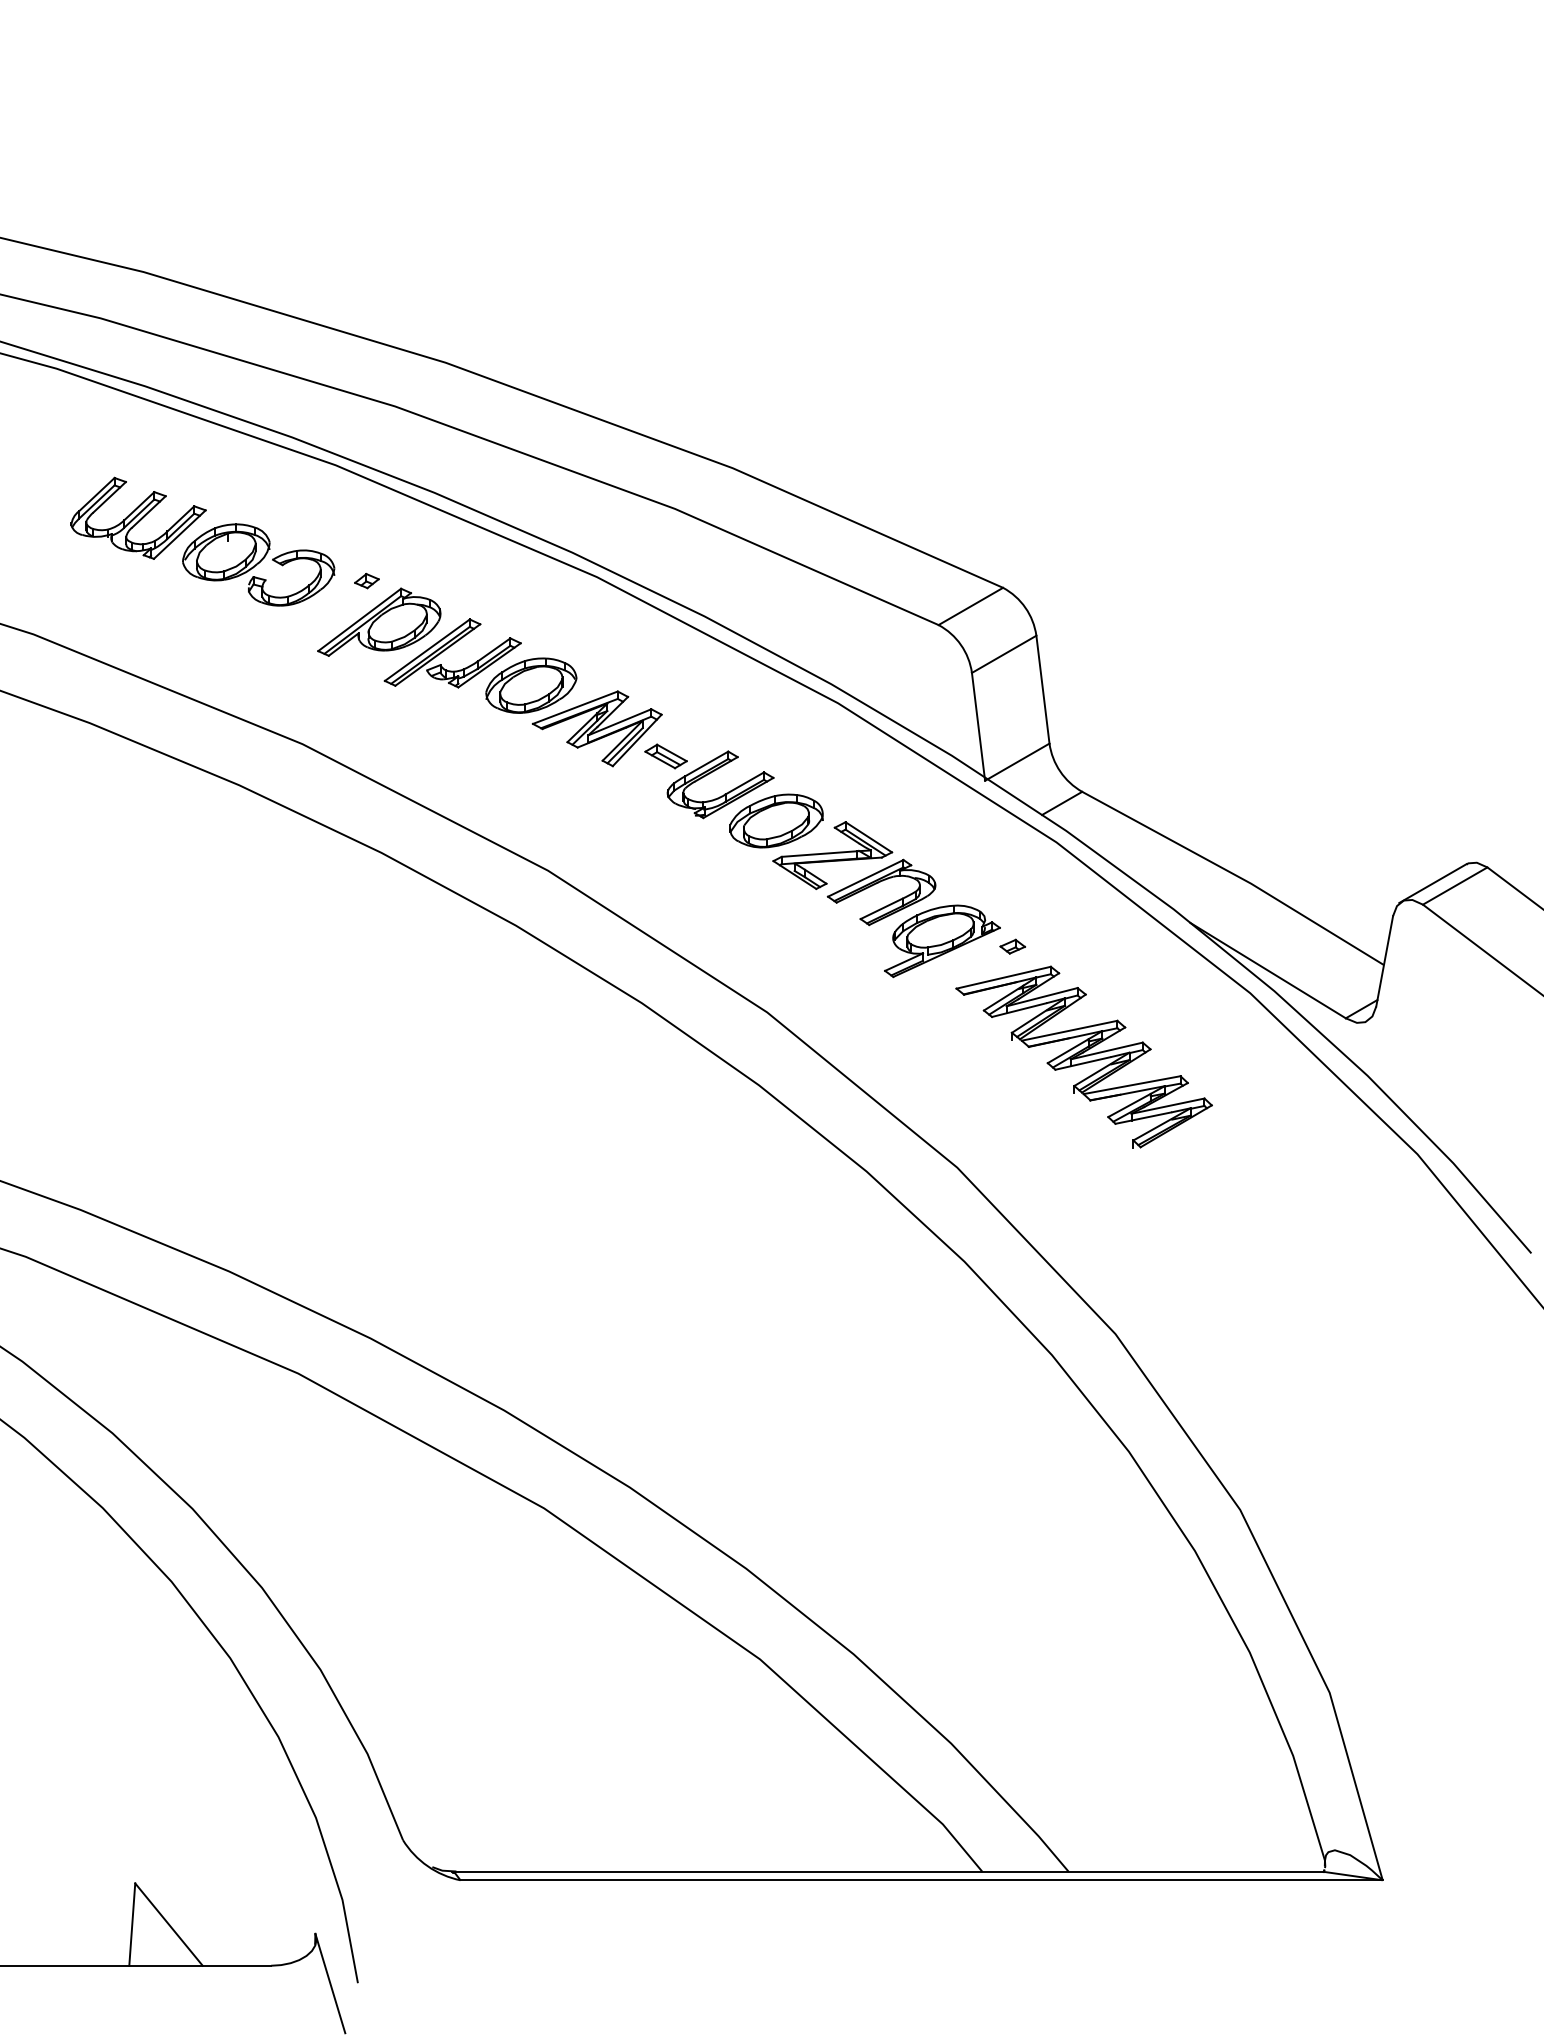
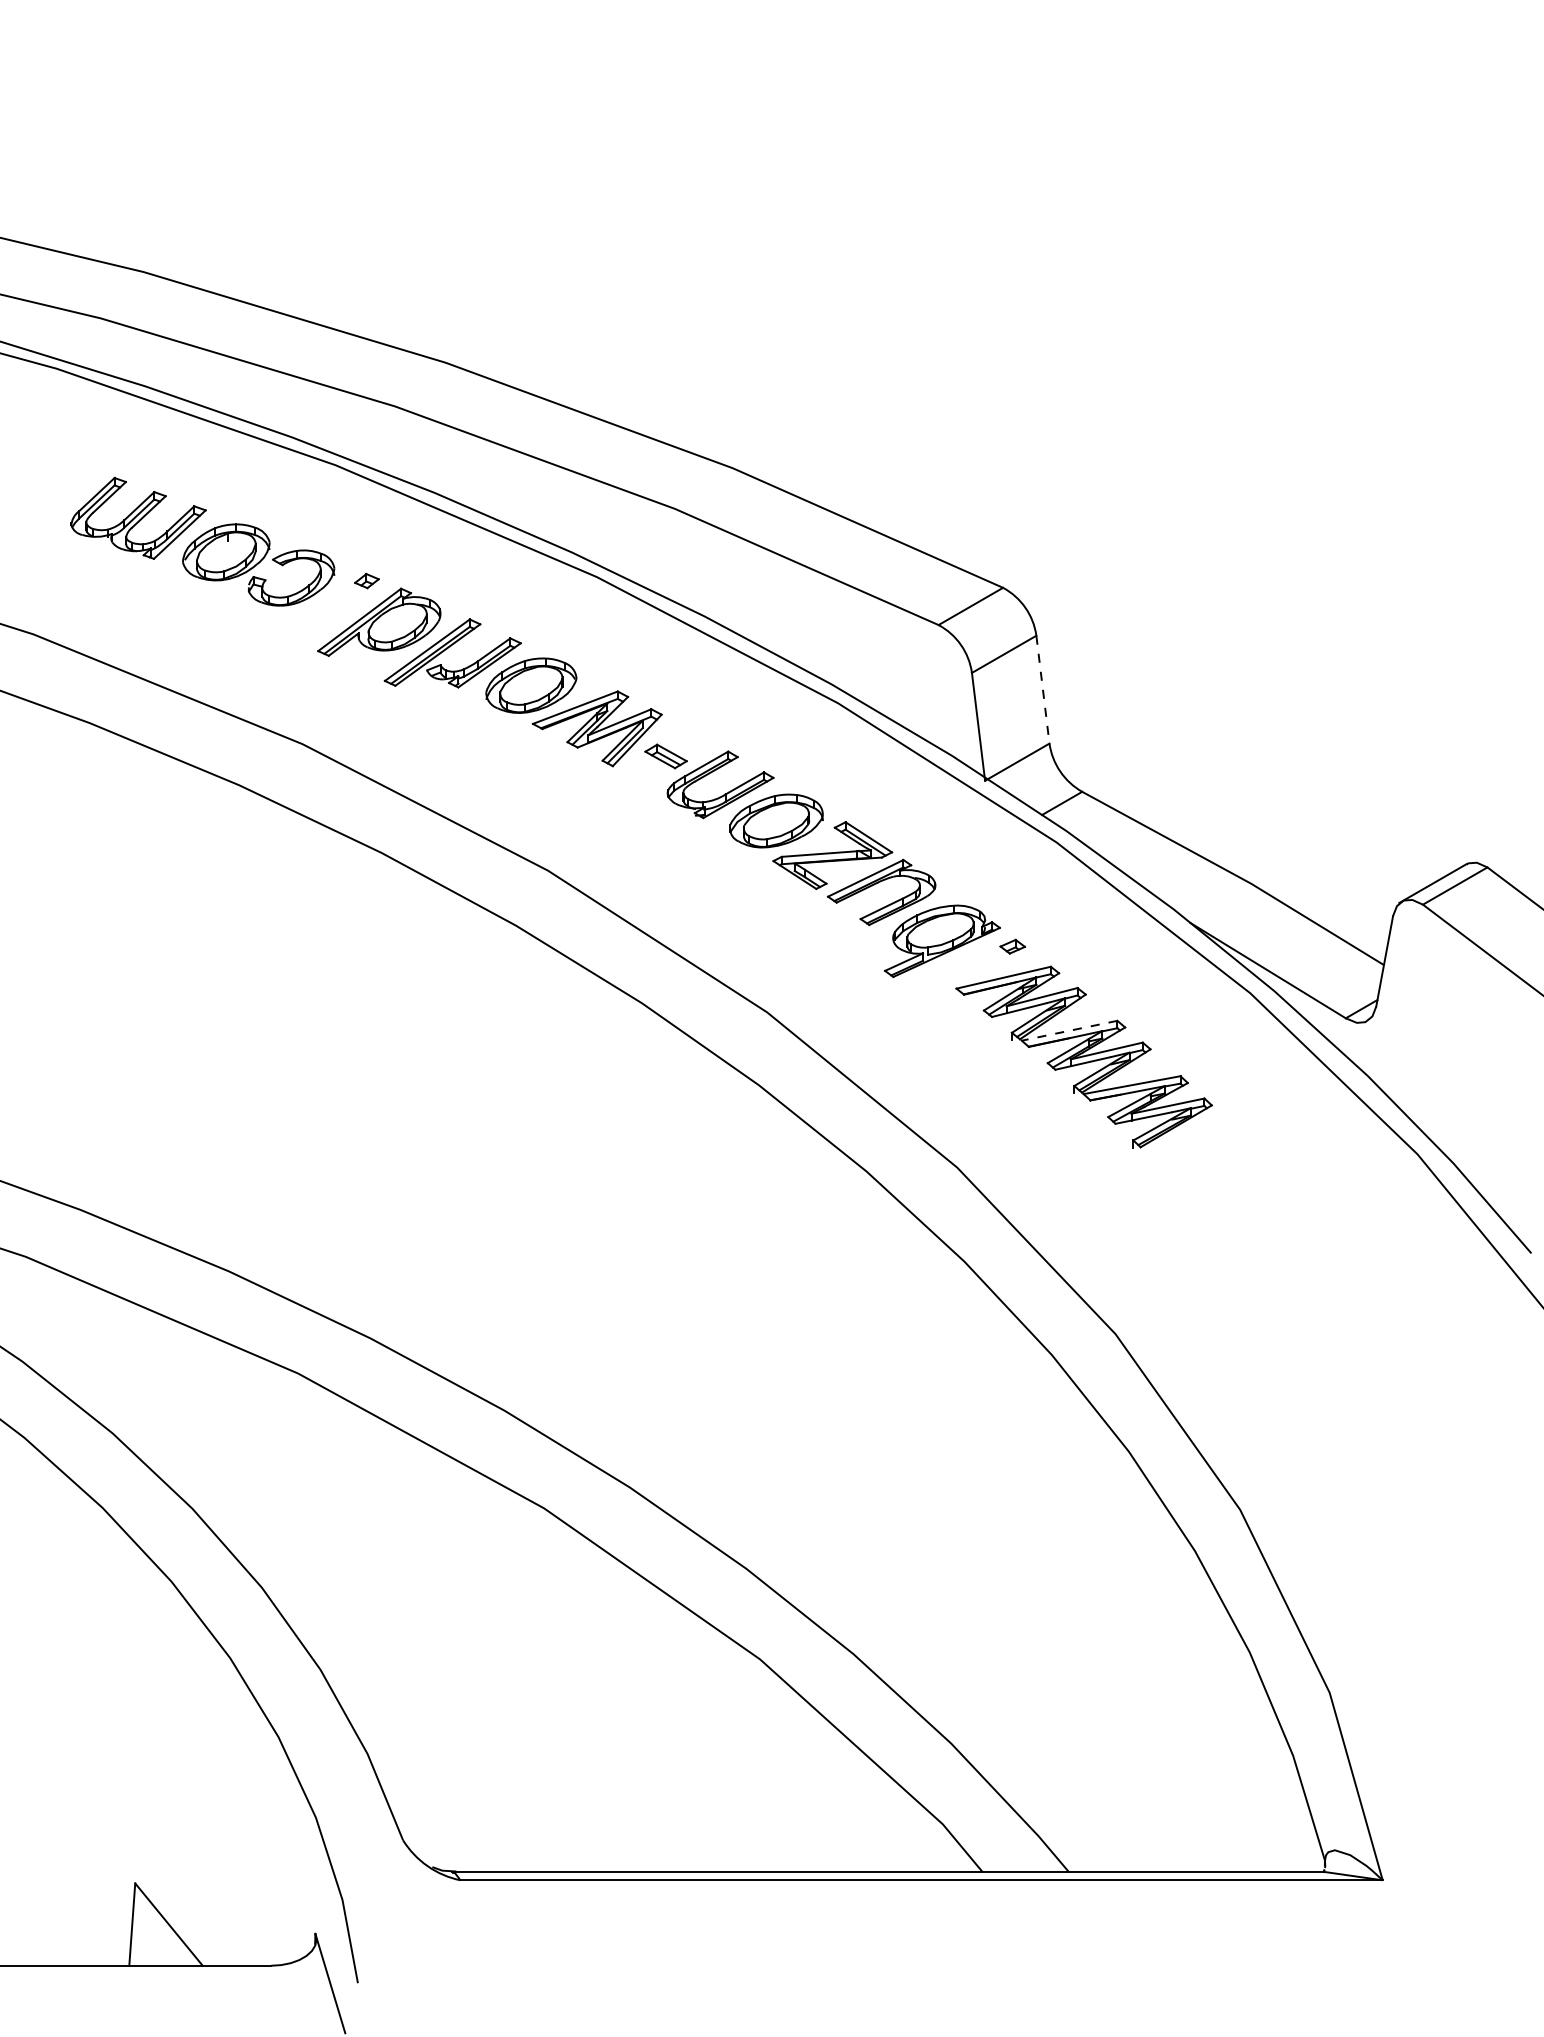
line at (1043, 690): solid -> dashed
line at (1069, 1030): solid -> dashed
